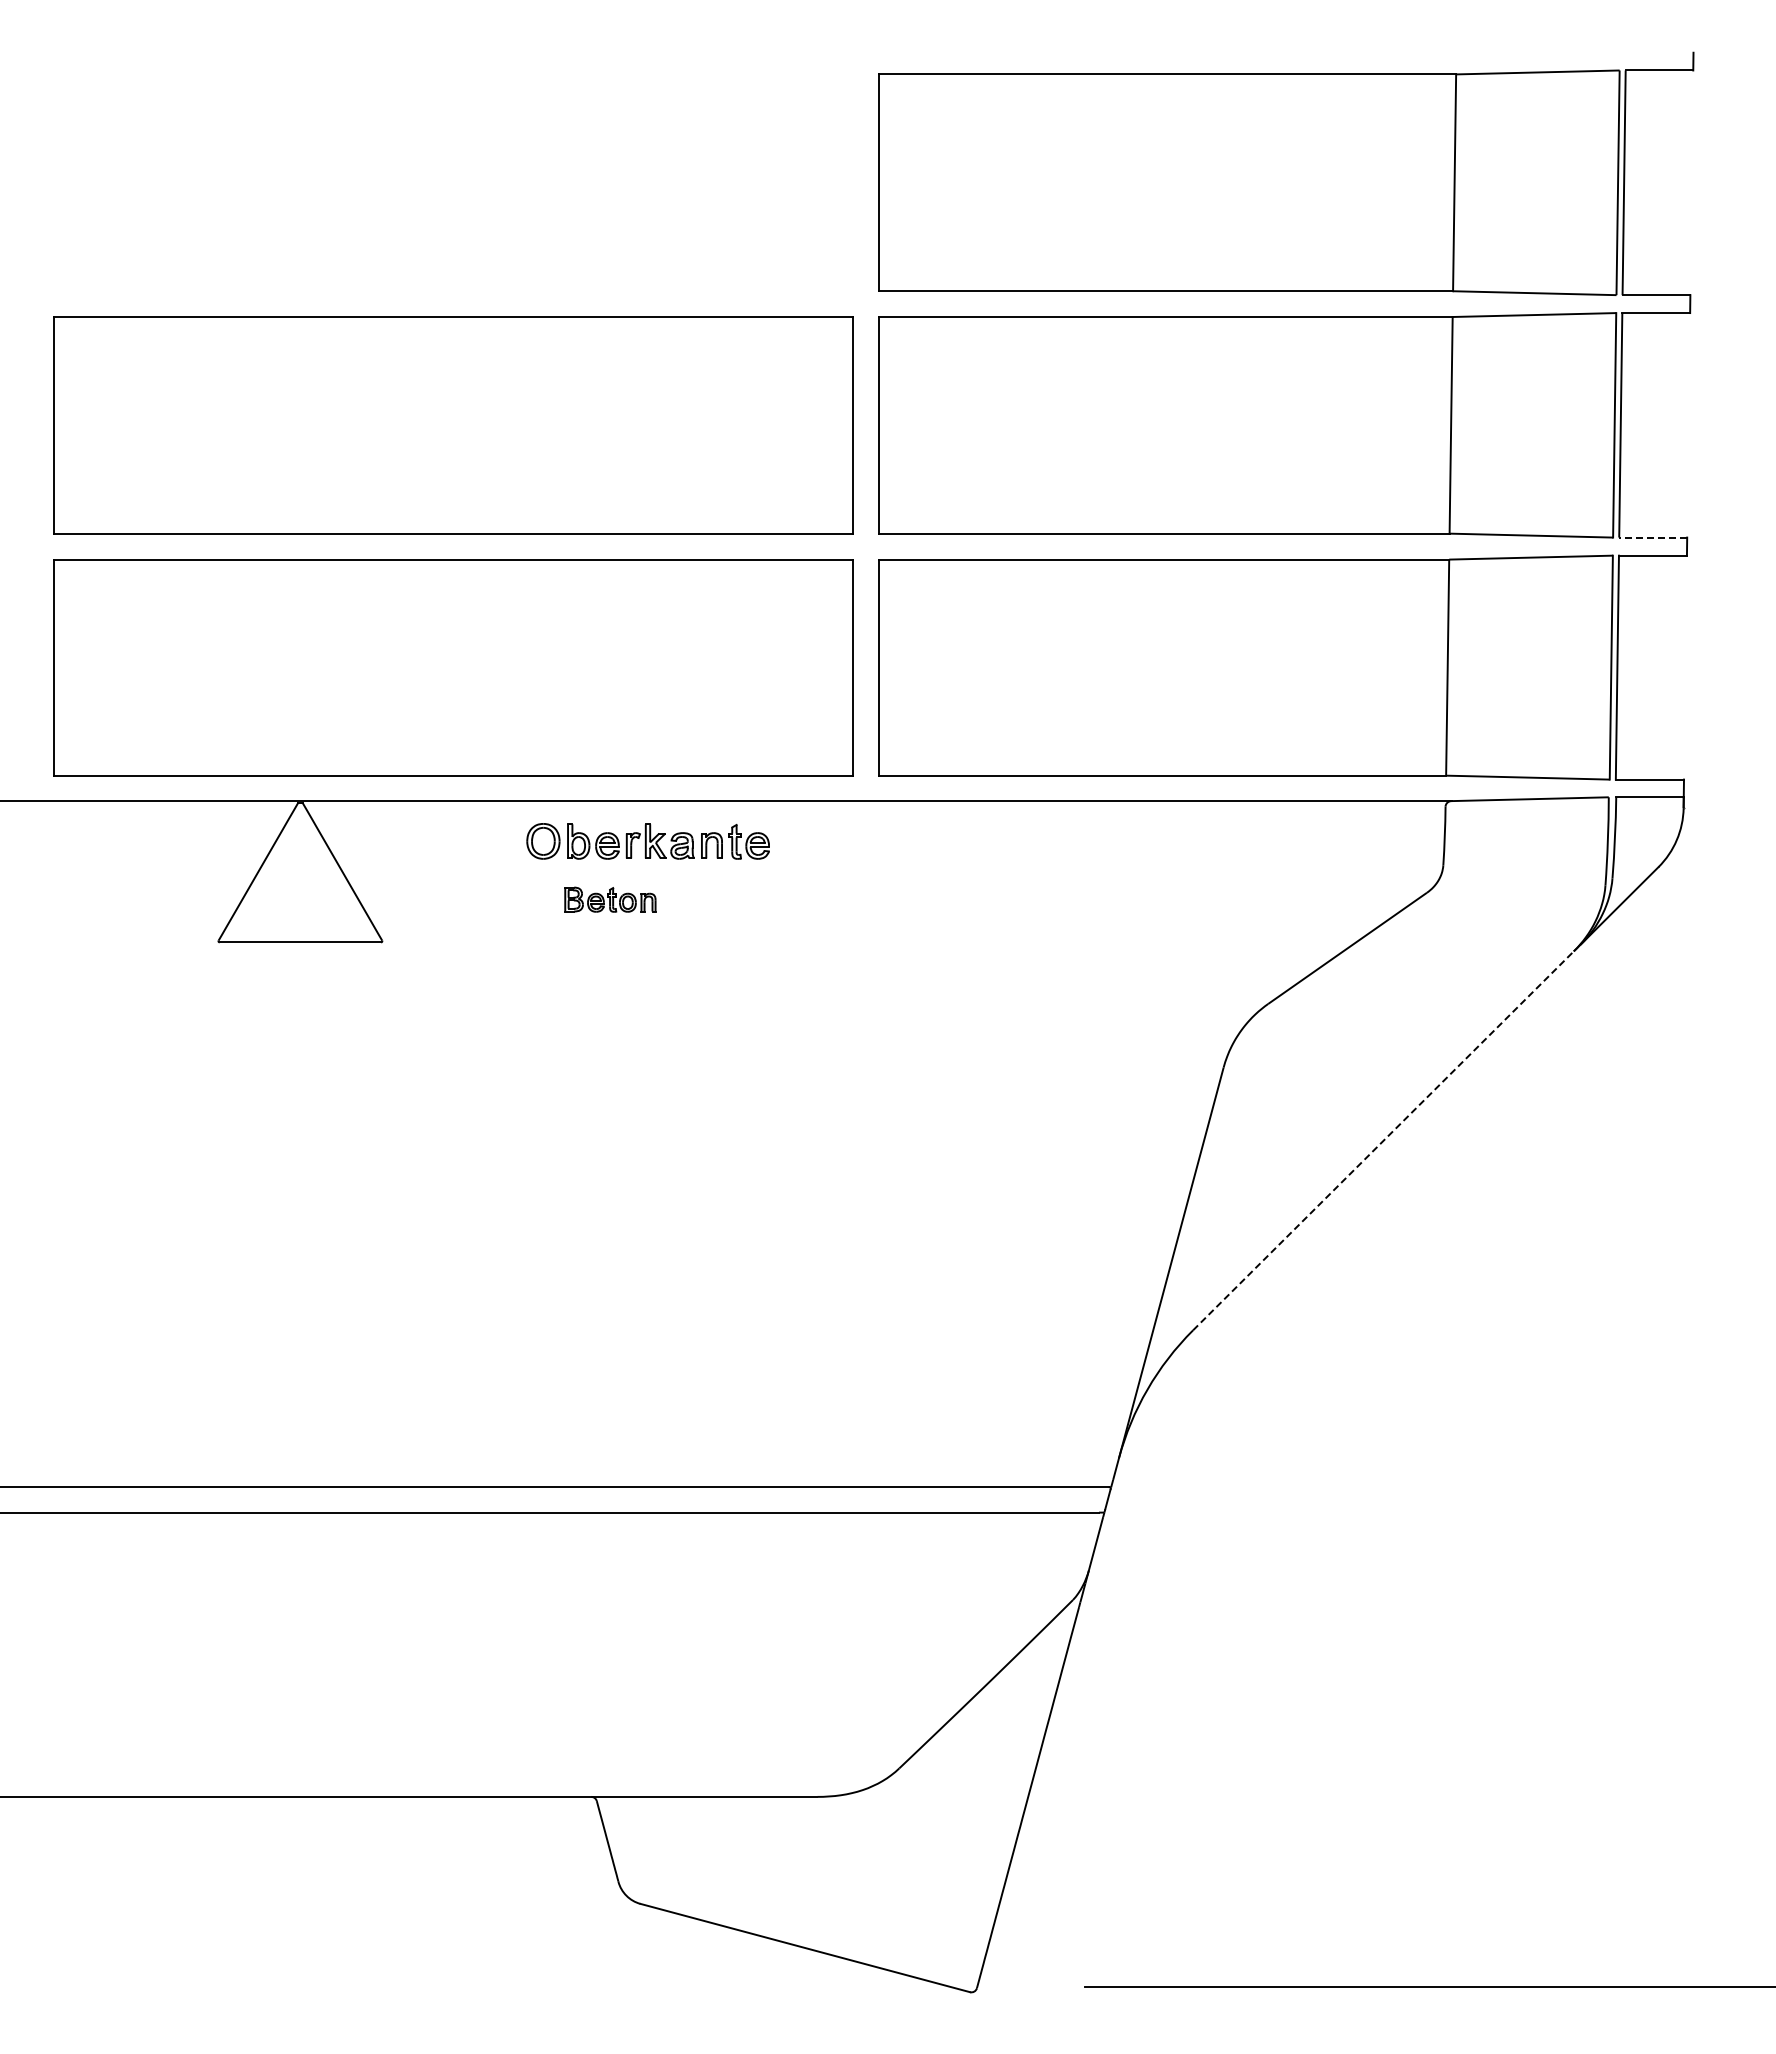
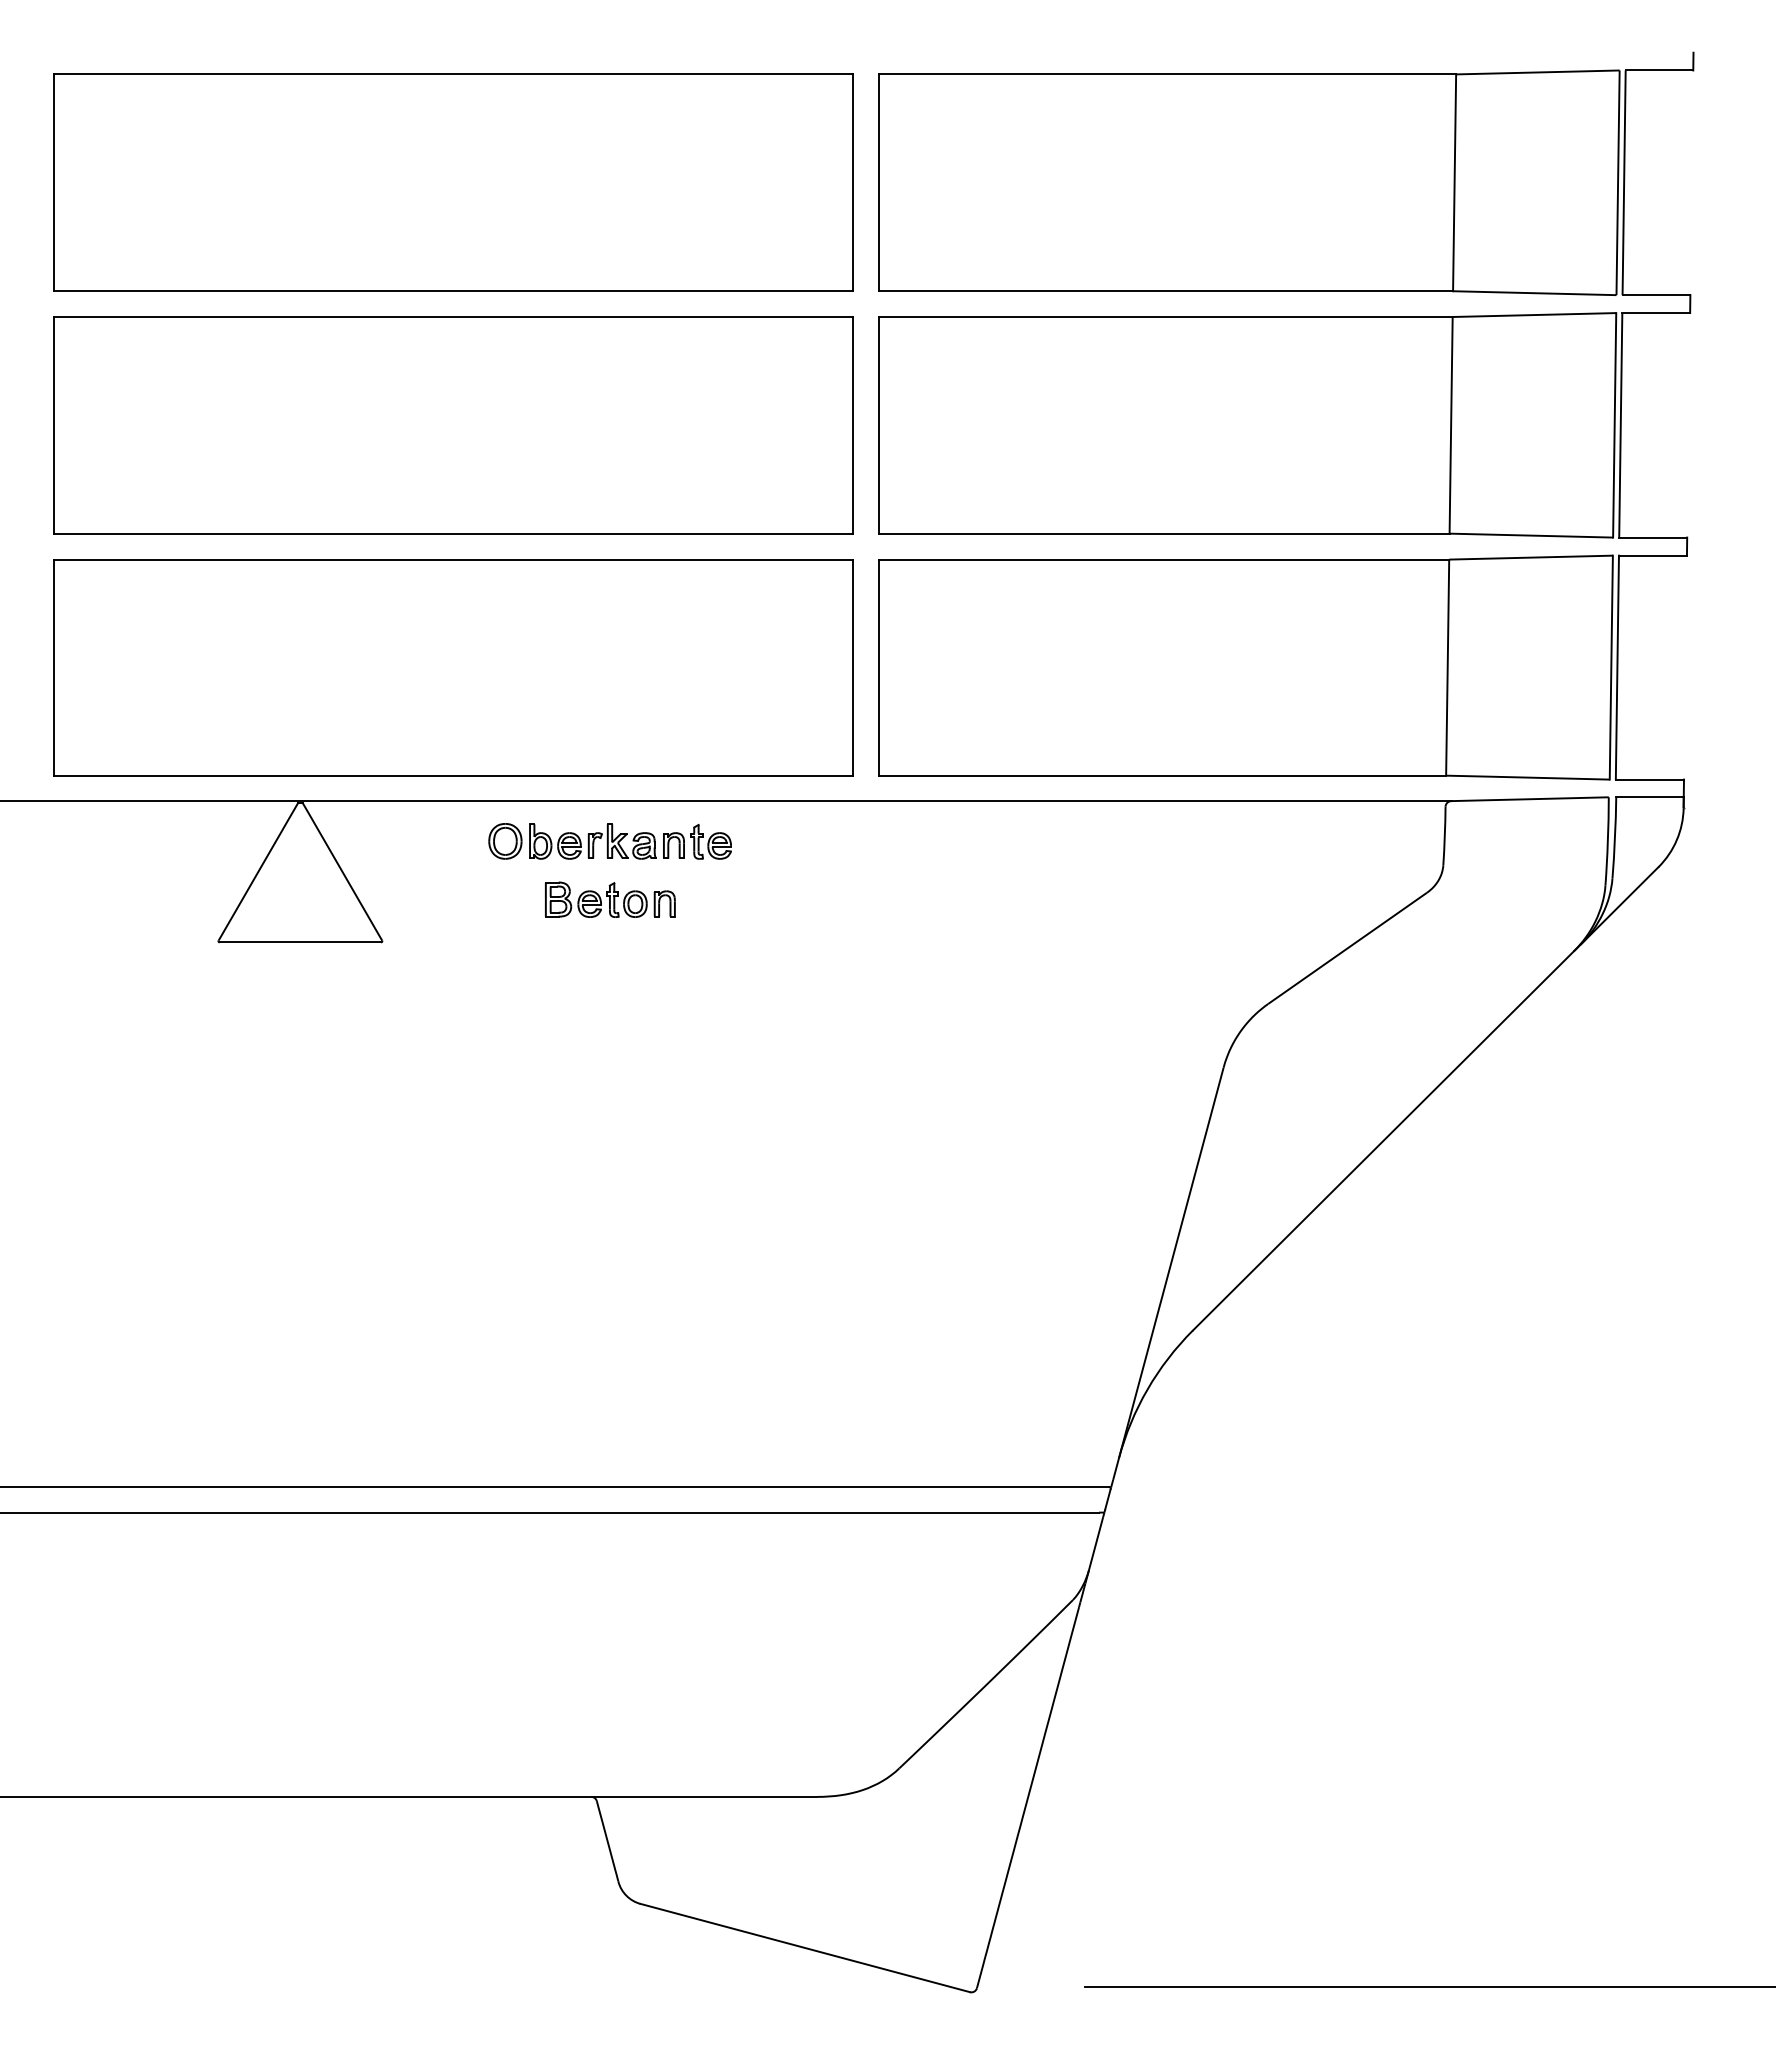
part at (453, 182): none -> present
line at (1653, 537): dashed -> solid
part at (647, 841) position: (647, 841) -> (609, 841)
part at (610, 899) size: 93x27 px -> 131x37 px
line at (1383, 1140): dashed -> solid
